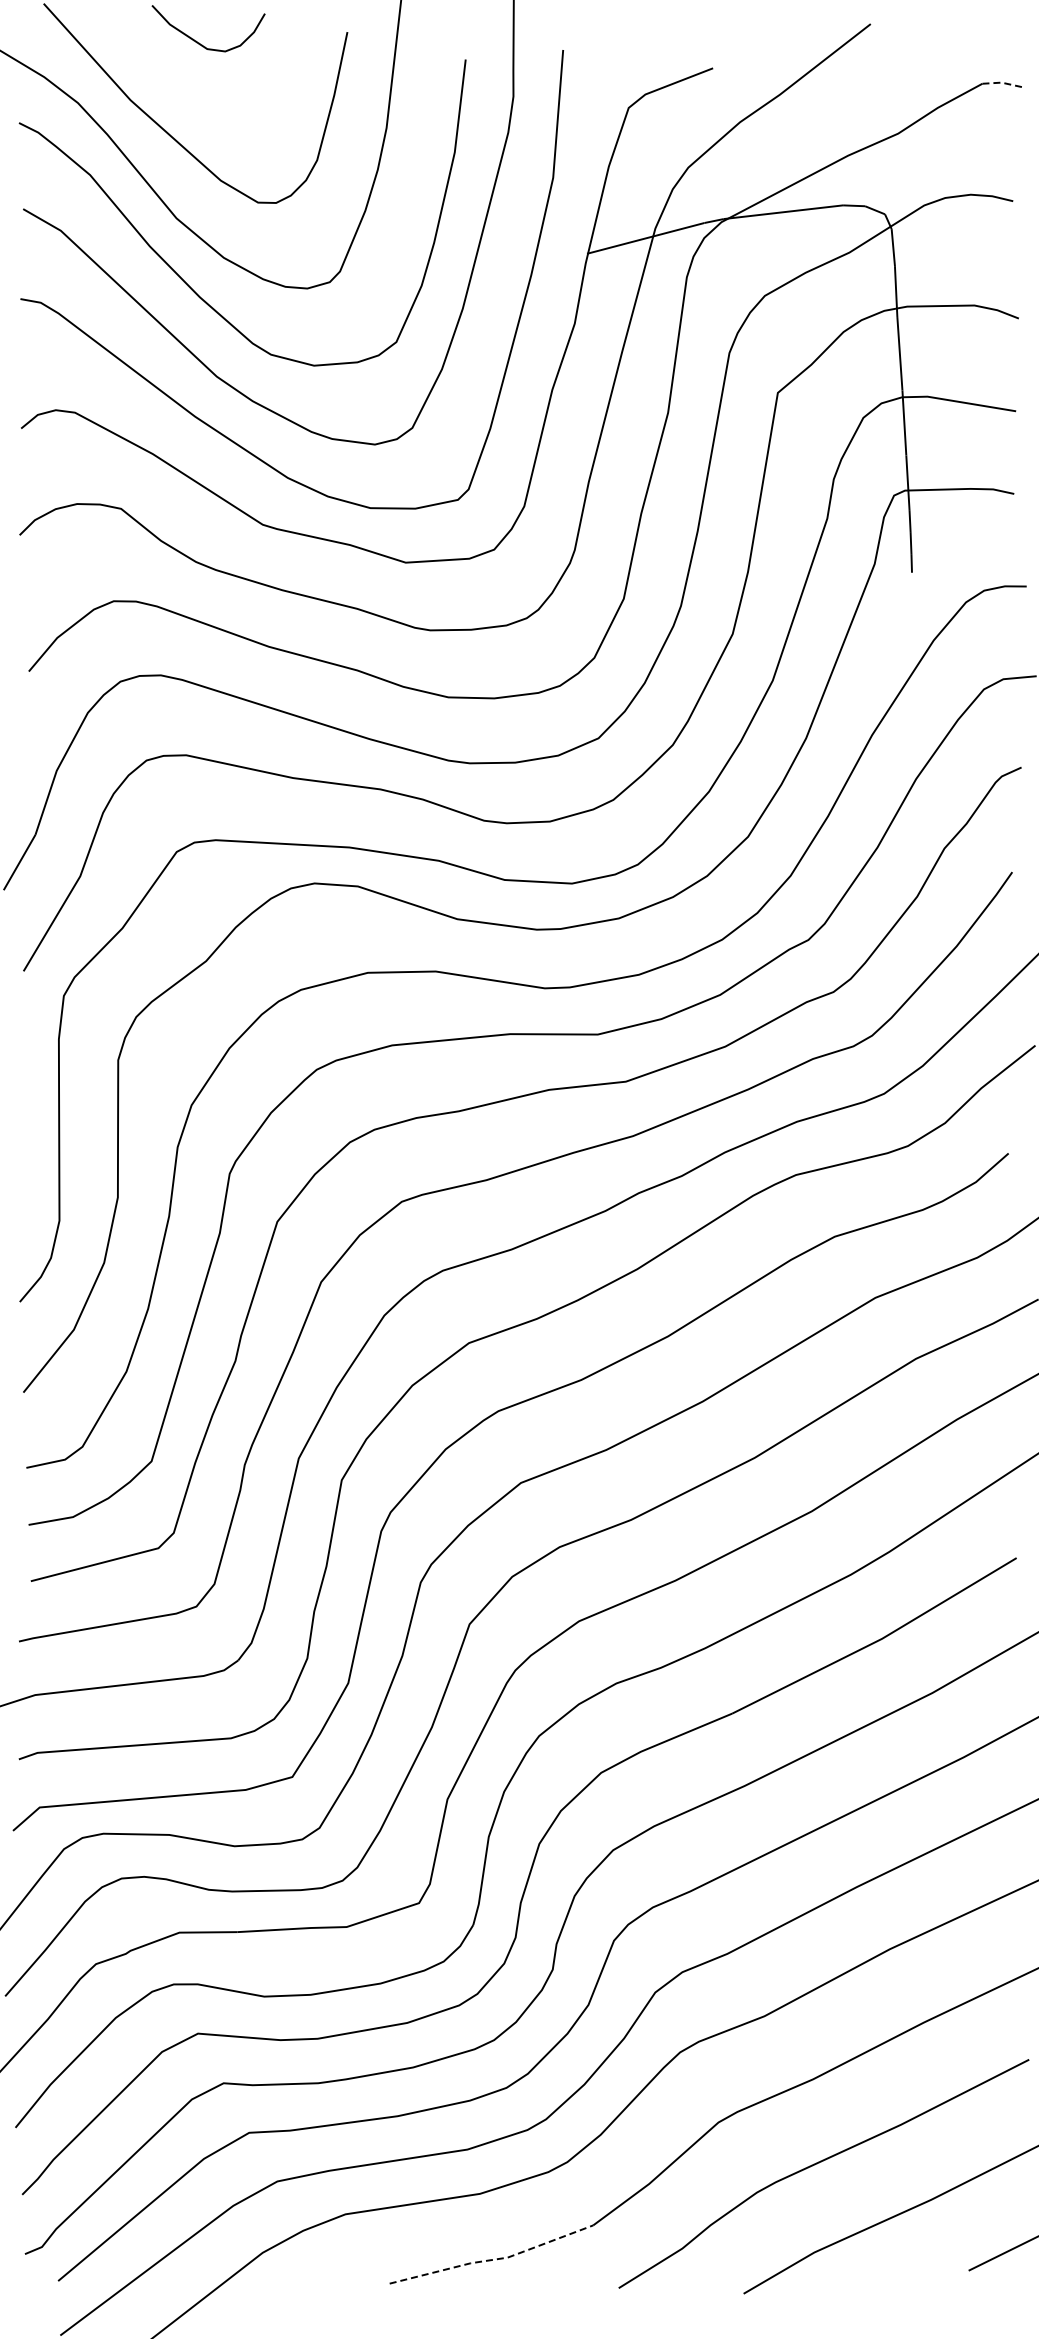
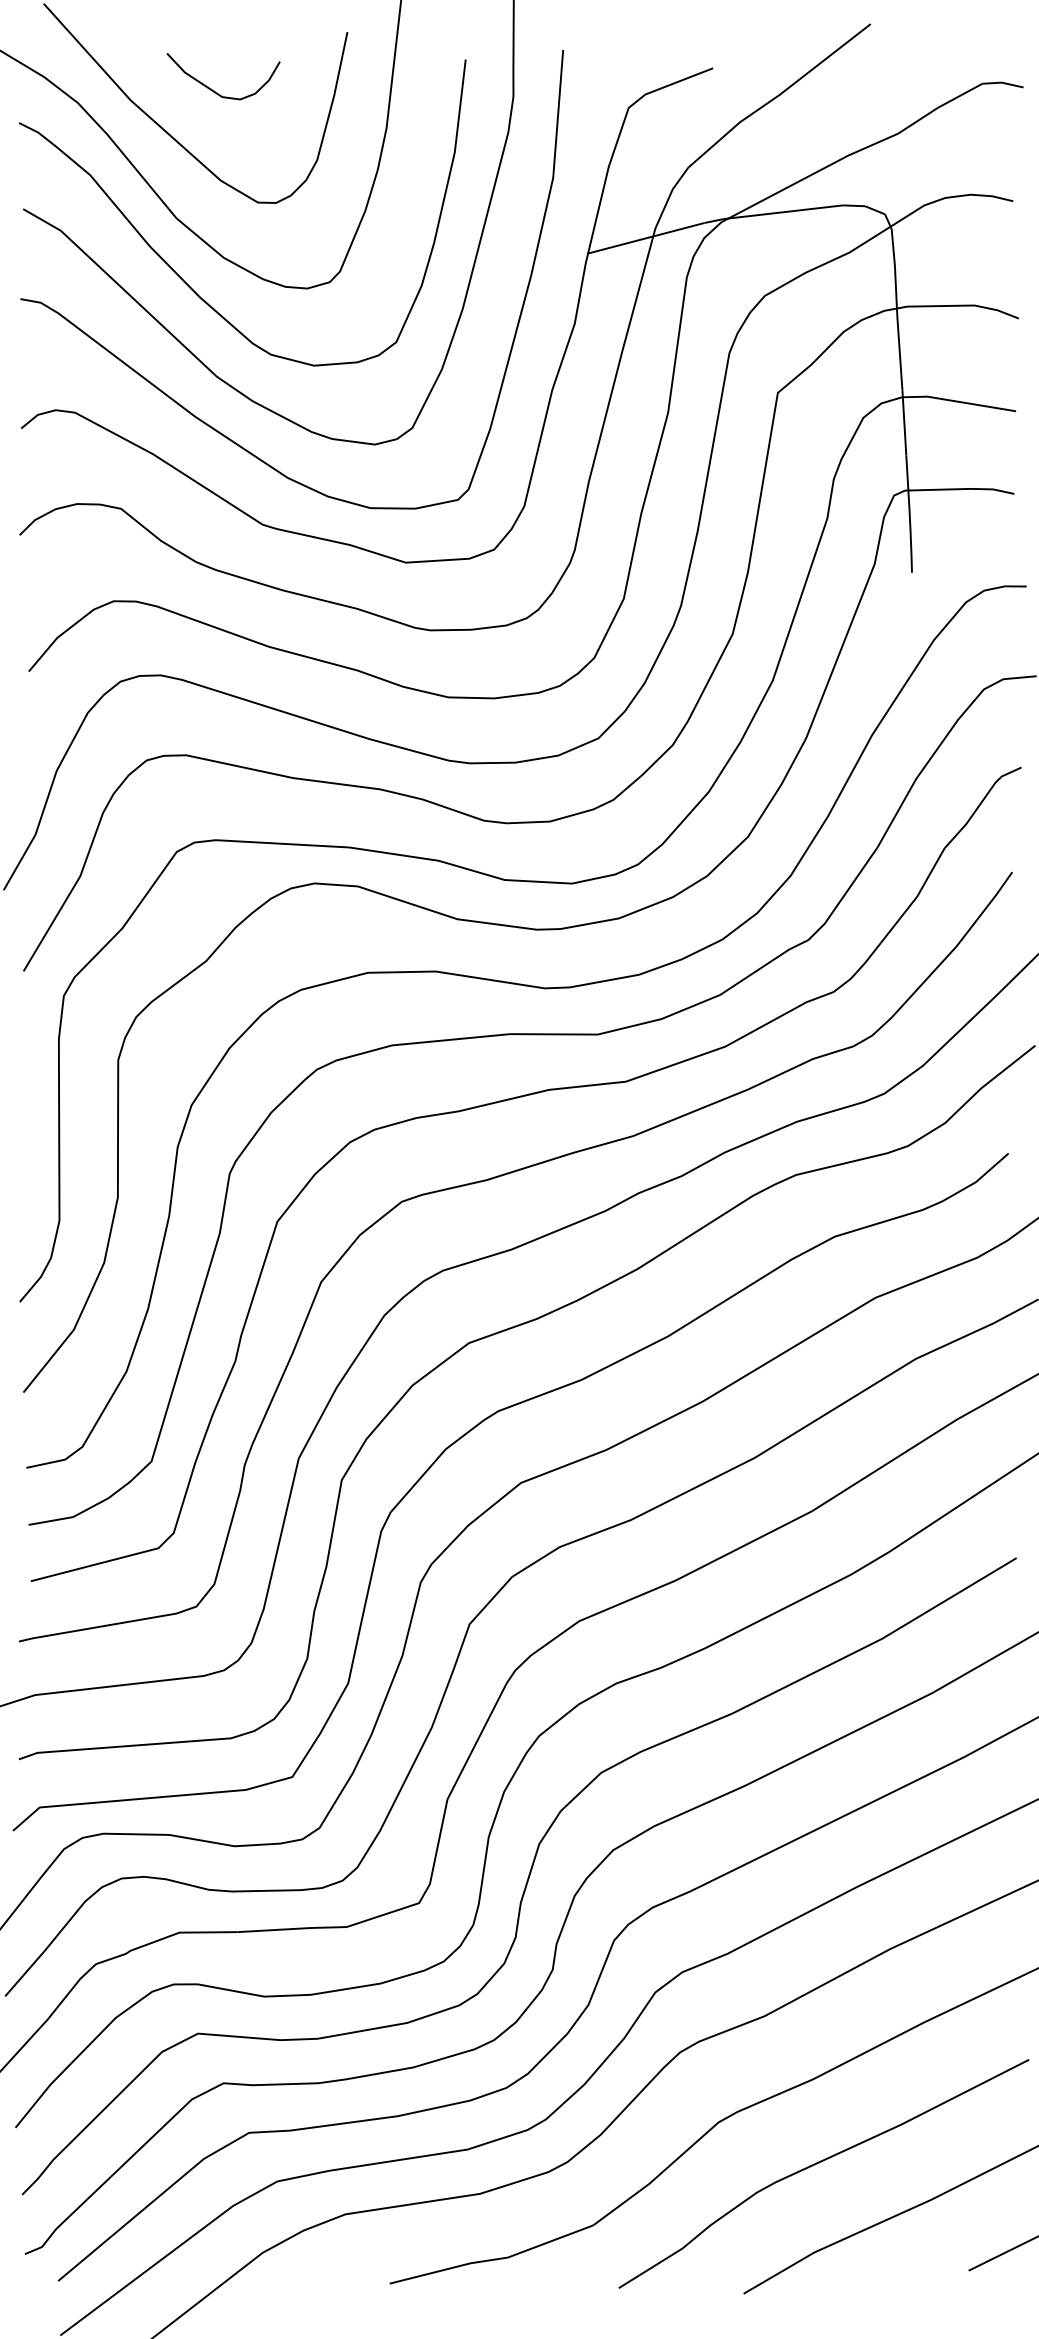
curve at (199, 42) position: (199, 42) -> (214, 90)
line at (1002, 82): dashed -> solid
line at (493, 2259): dashed -> solid
